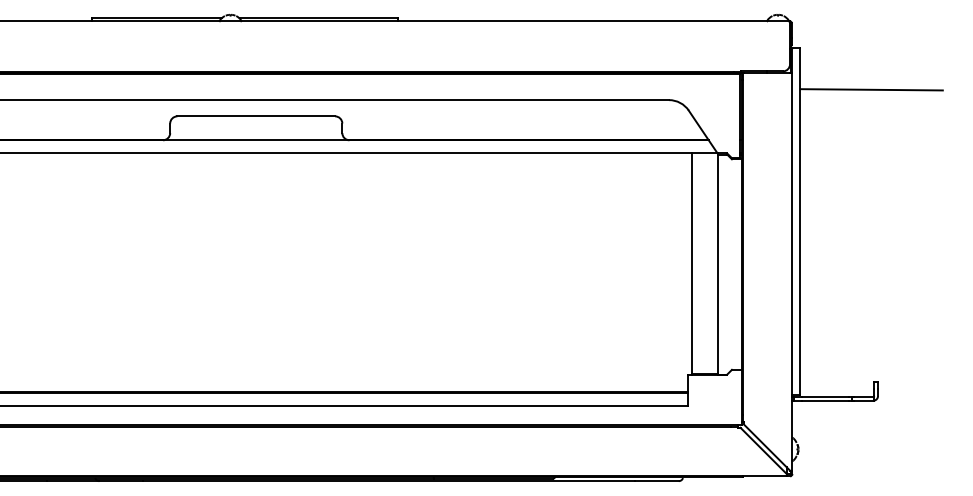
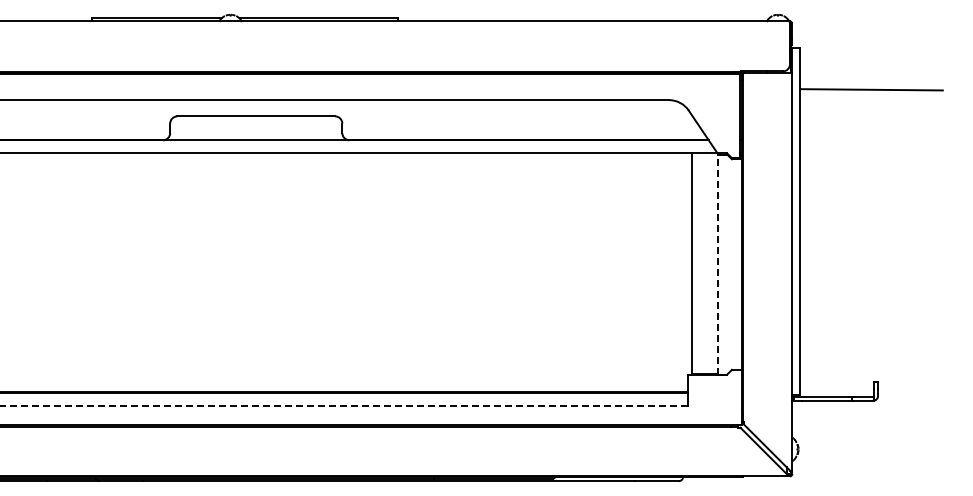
line at (717, 264): solid -> dashed
line at (344, 406): solid -> dashed
